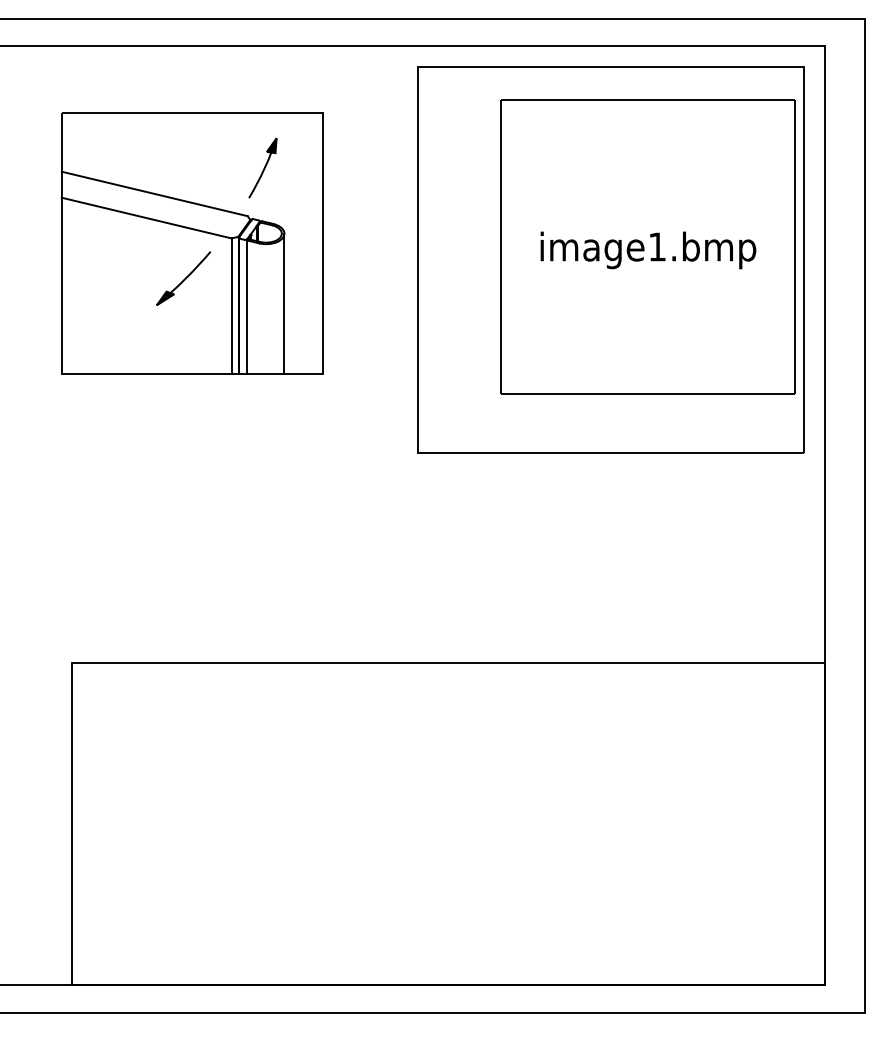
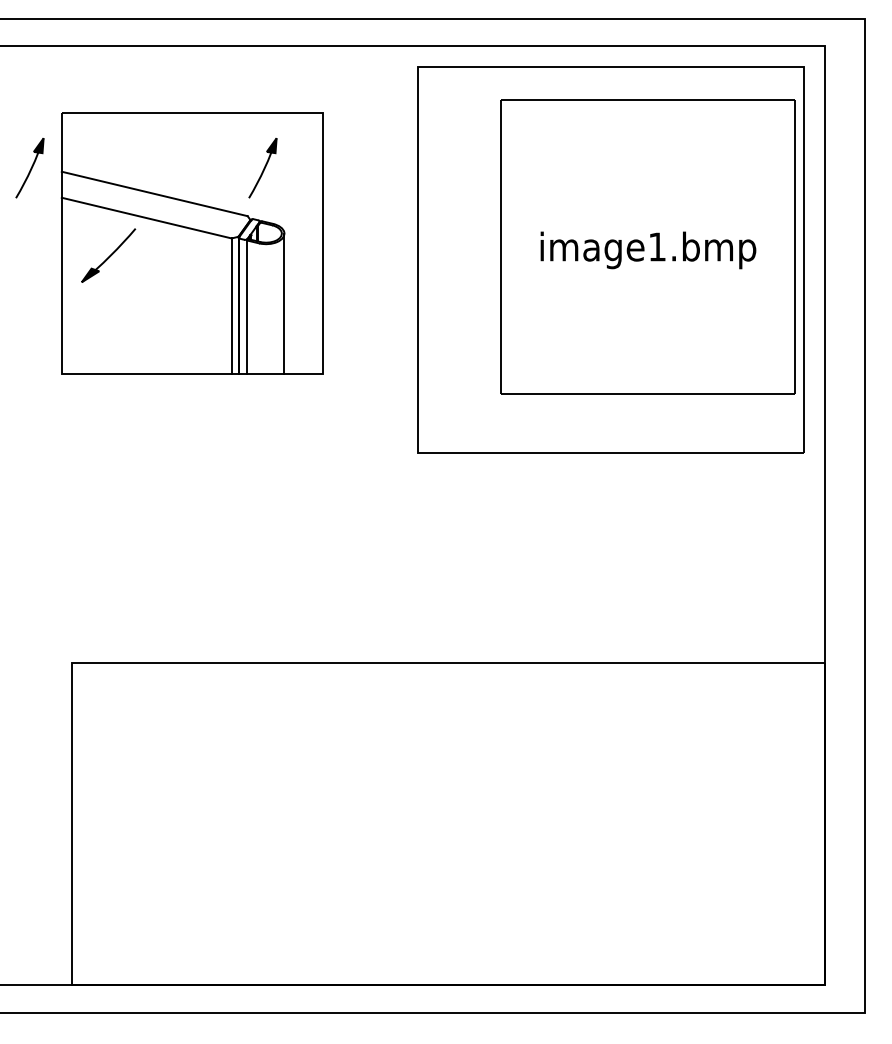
part at (29, 168): none -> present
part at (183, 278) position: (183, 278) -> (108, 255)
